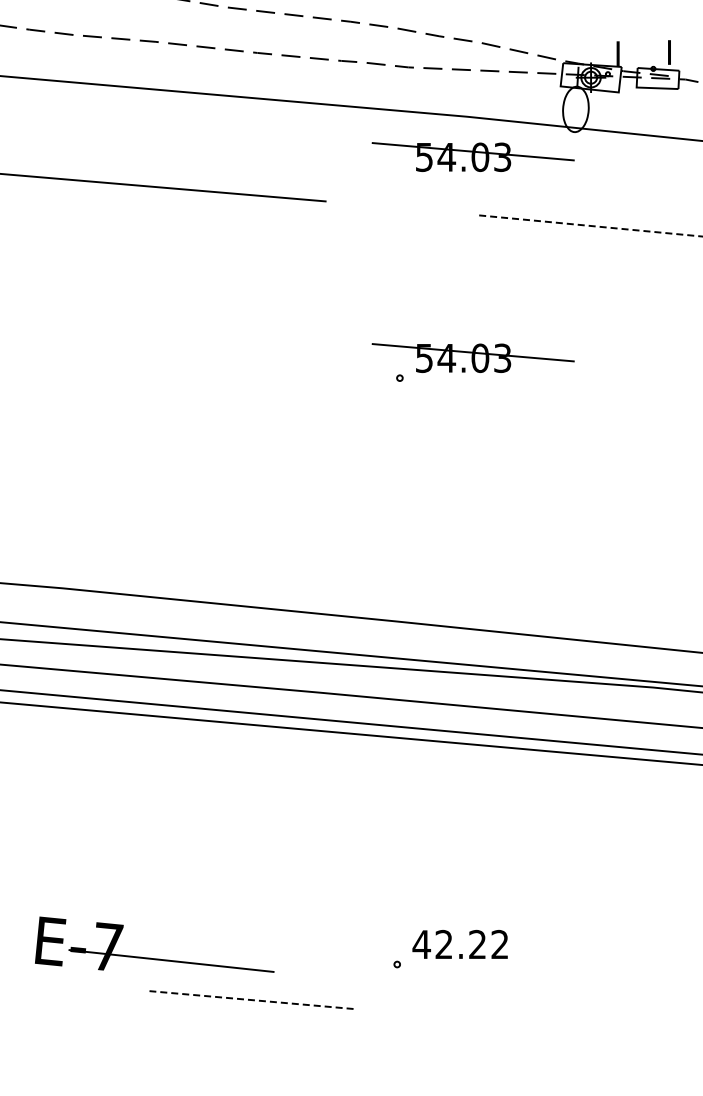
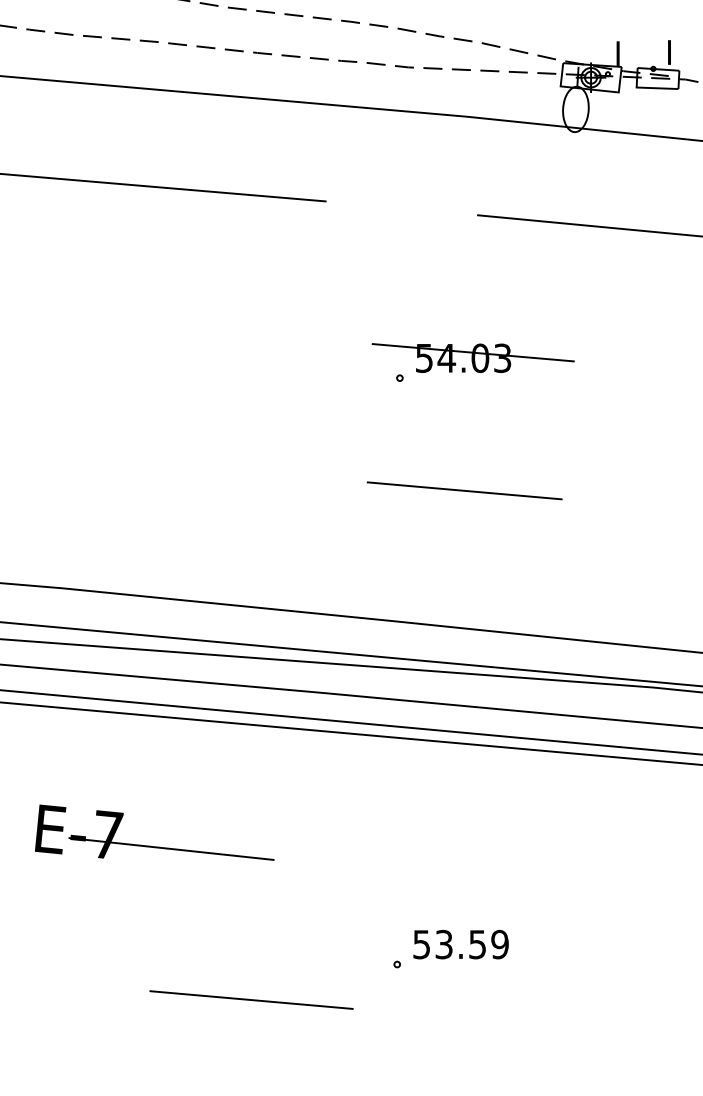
part at (472, 156): present -> none
line at (589, 225): dashed -> solid
line at (464, 490): none -> present
text at (460, 944): 42.22 -> 53.59
part at (150, 957) position: (150, 957) -> (150, 845)
line at (251, 1000): dashed -> solid
